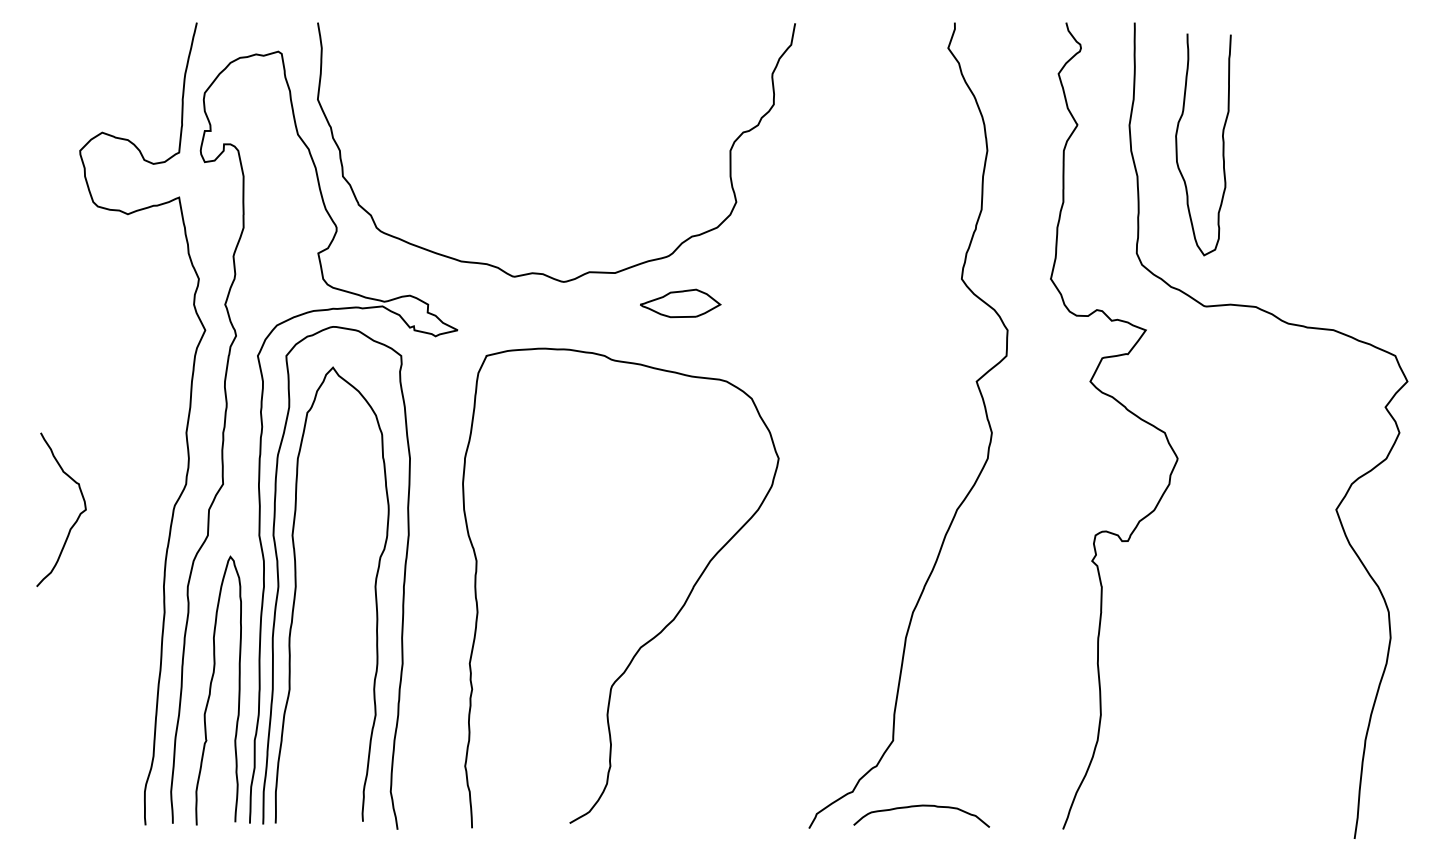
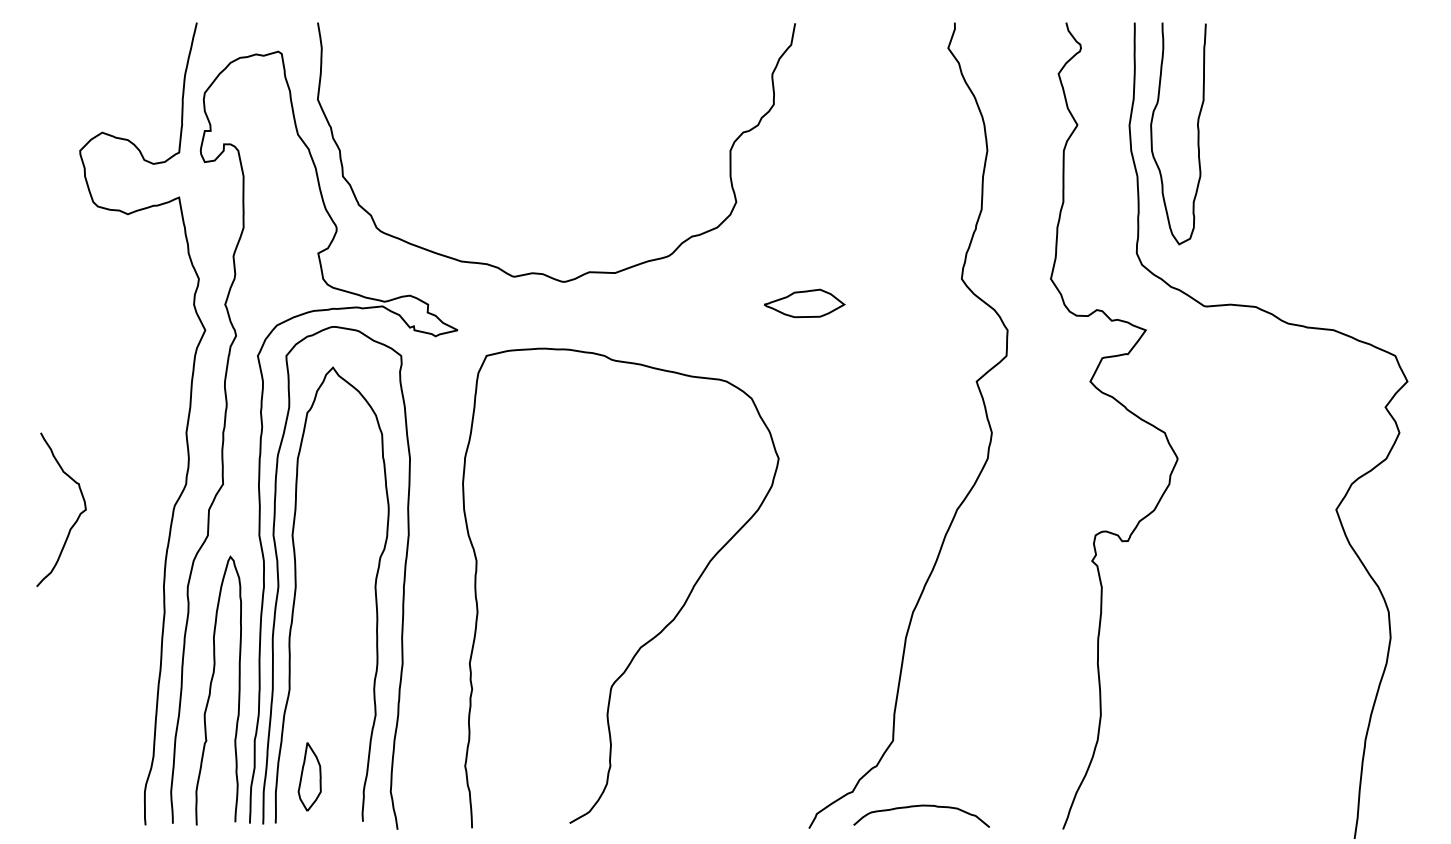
curve at (1222, 144) position: (1222, 144) -> (1197, 133)
part at (680, 303) position: (680, 303) -> (804, 303)
part at (309, 776): none -> present
